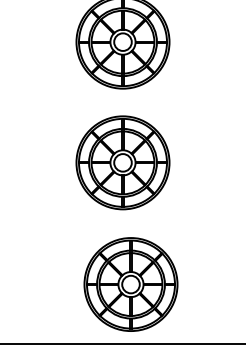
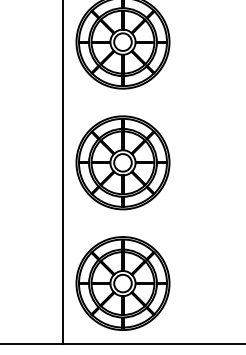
line at (62, 172): none -> present
part at (130, 284) position: (130, 284) -> (122, 283)
